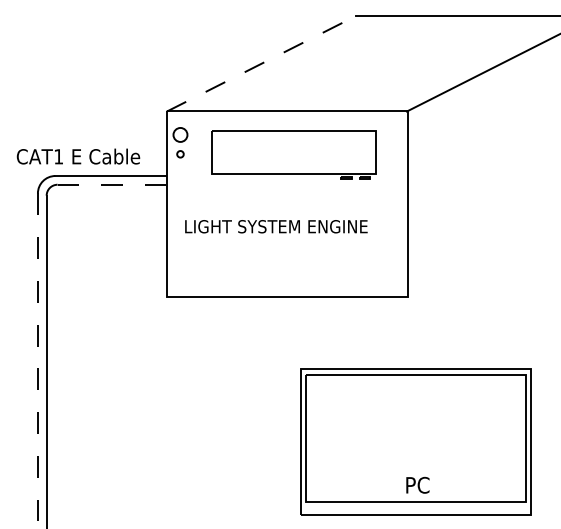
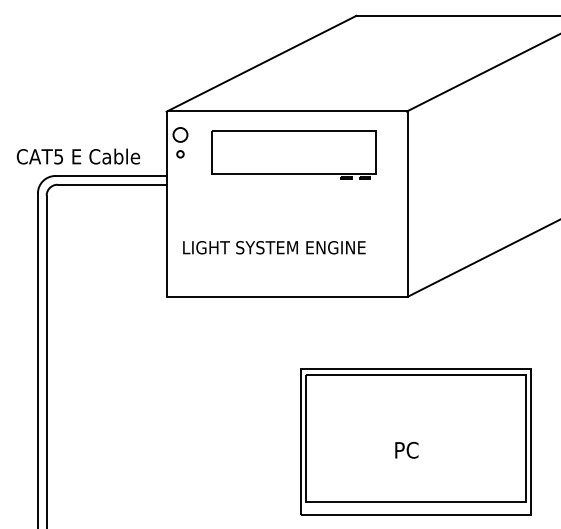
line at (261, 63): dashed -> solid
text at (58, 156): CAT1 -> CAT5
line at (112, 184): dashed -> solid
text at (276, 226) position: (276, 226) -> (274, 247)
line at (482, 258): none -> present
line at (37, 361): dashed -> solid
text at (417, 484) position: (417, 484) -> (406, 449)
